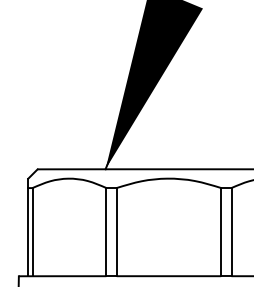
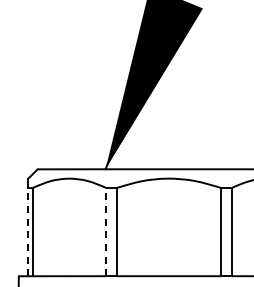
line at (28, 231): solid -> dashed
line at (106, 231): solid -> dashed
